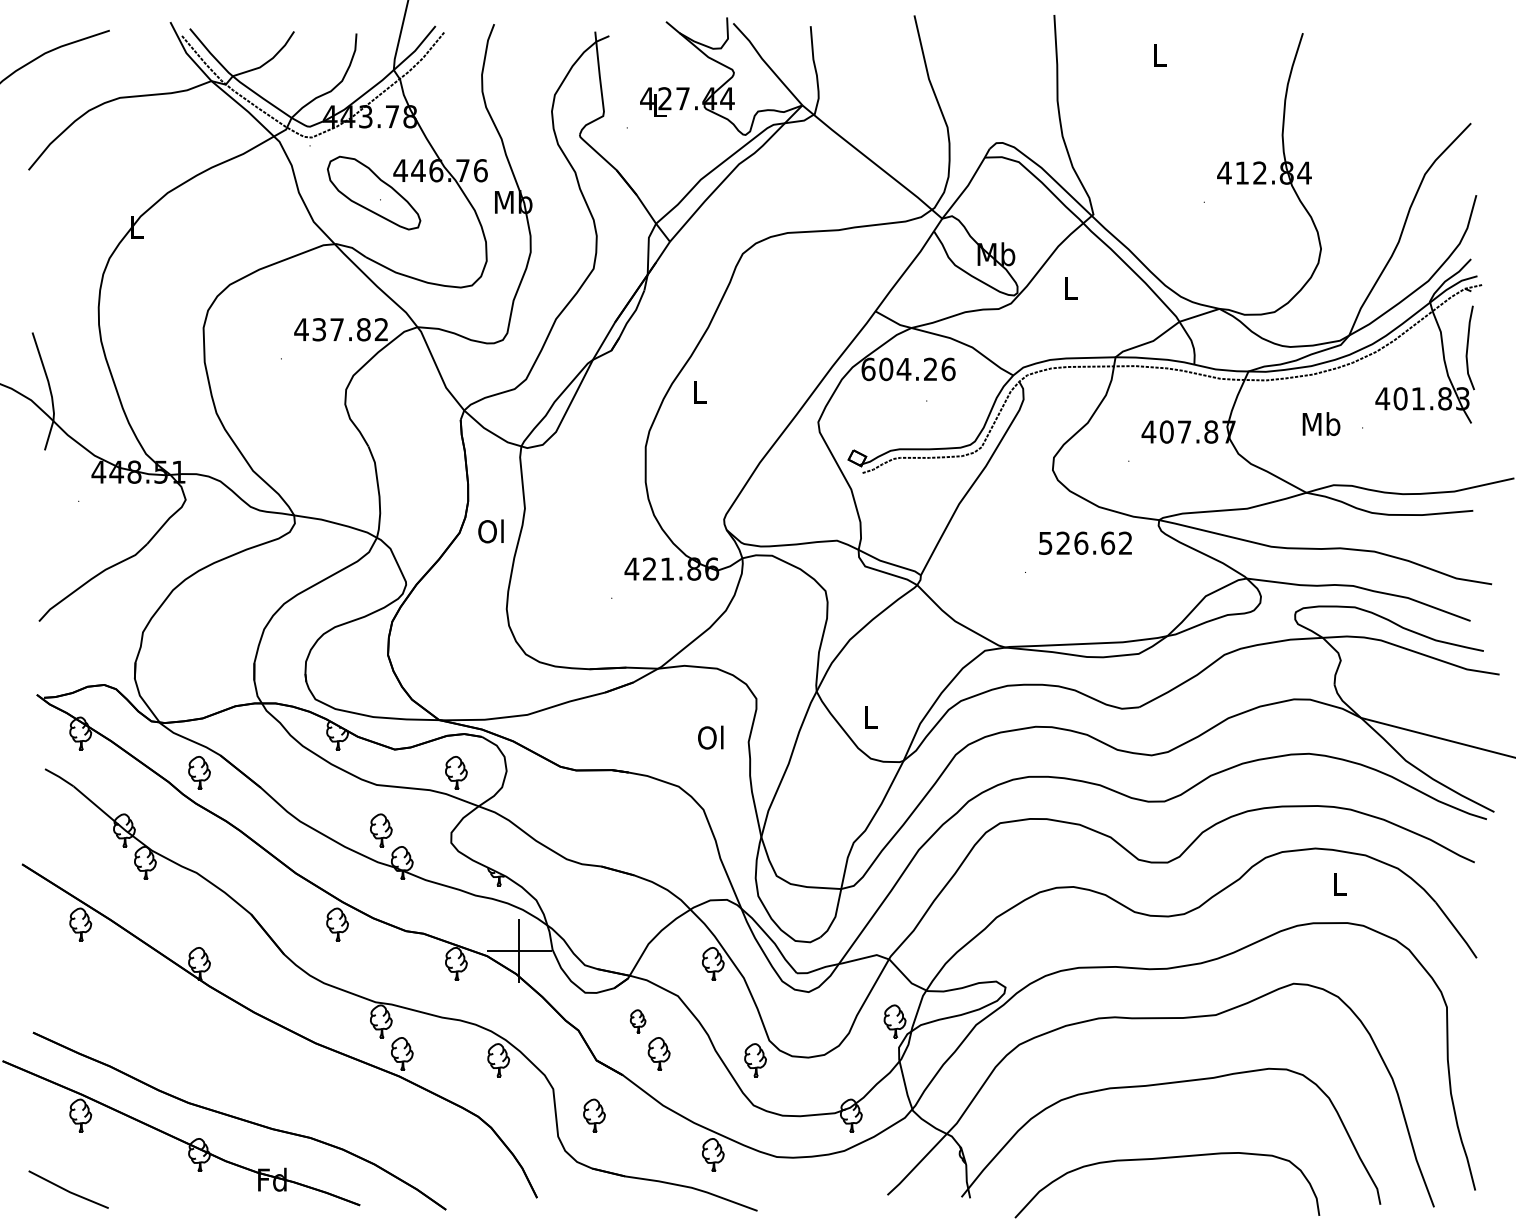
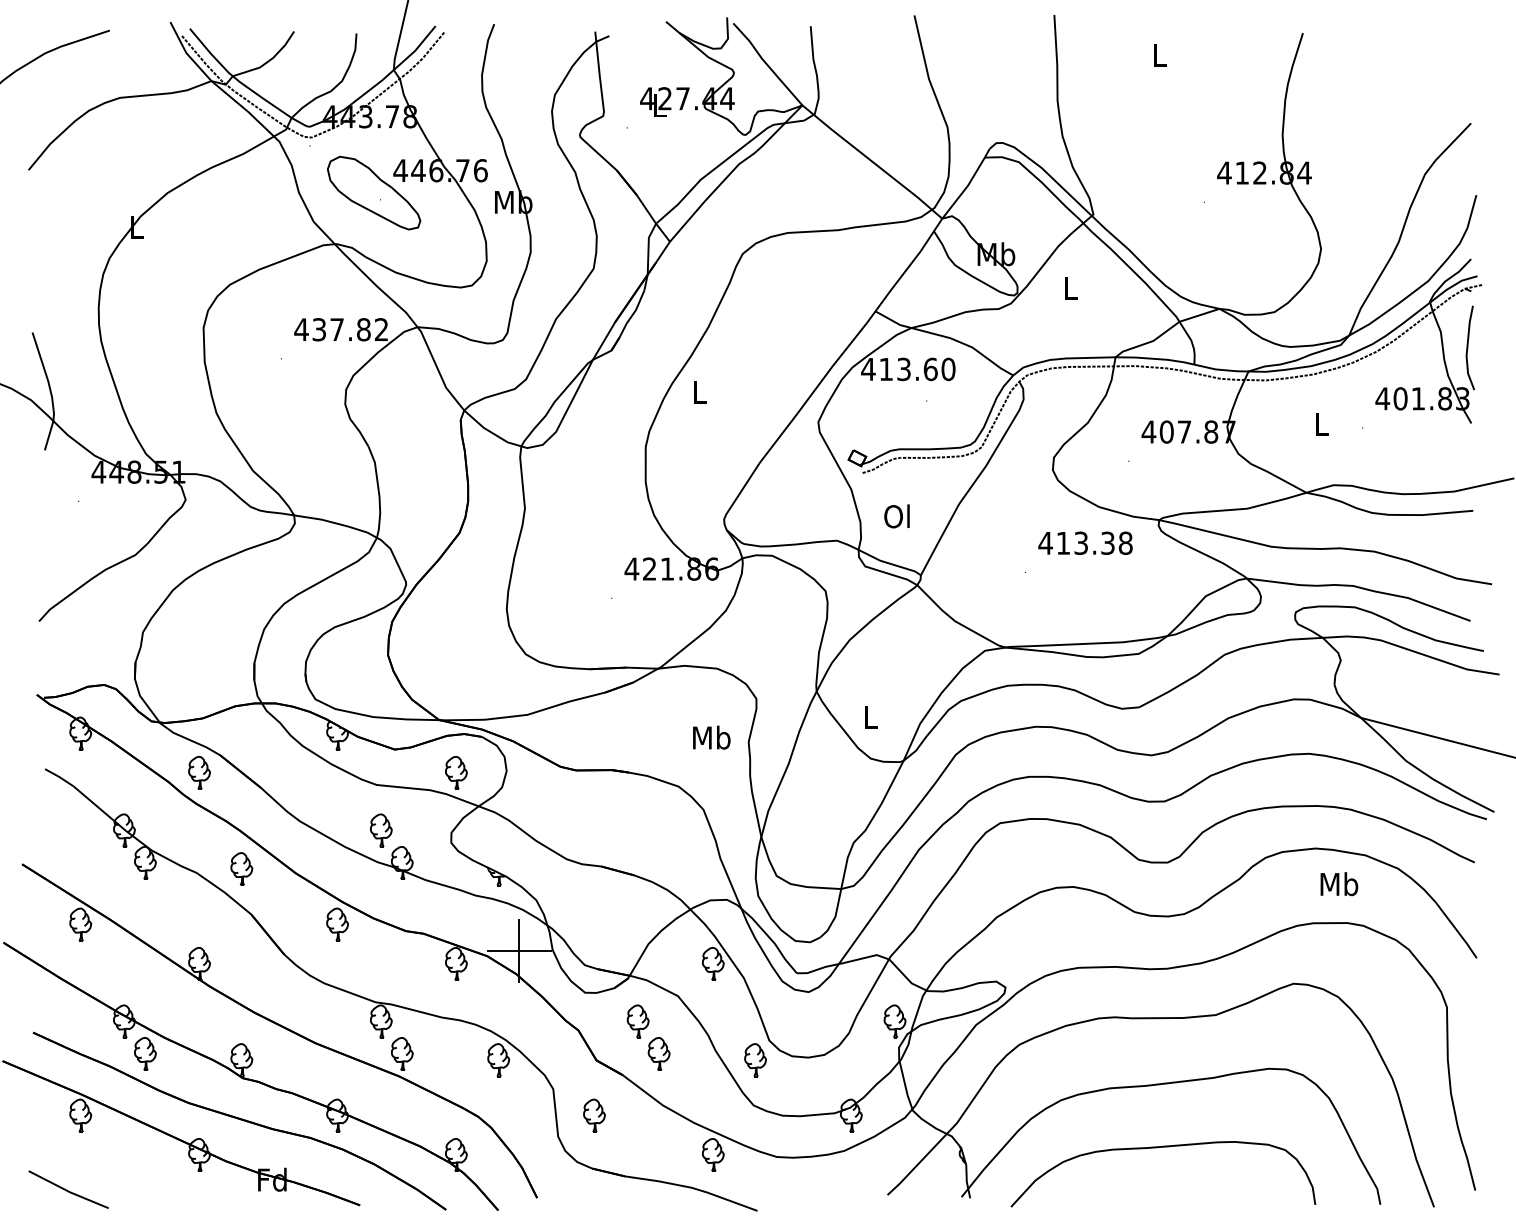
text at (908, 369): 604.26 -> 413.60
text at (1321, 424): Mb -> L
text at (490, 531) position: (490, 531) -> (896, 516)
text at (1085, 542): 526.62 -> 413.38
text at (711, 737): Ol -> Mb
part at (241, 868): none -> present
text at (1339, 884): L -> Mb
part at (638, 1021) size: 17x25 px -> 24x35 px
part at (250, 1076): none -> present
curve at (1161, 1159) position: (1161, 1159) -> (1157, 1148)
